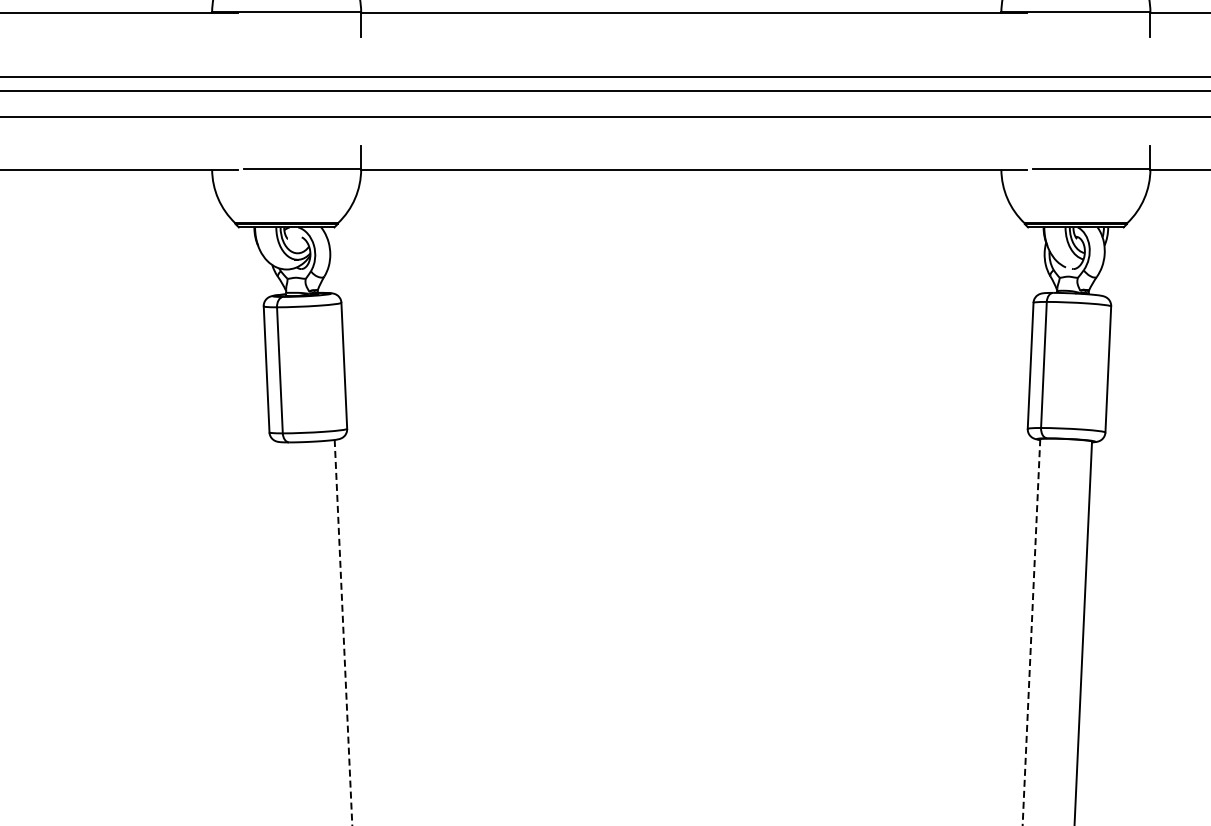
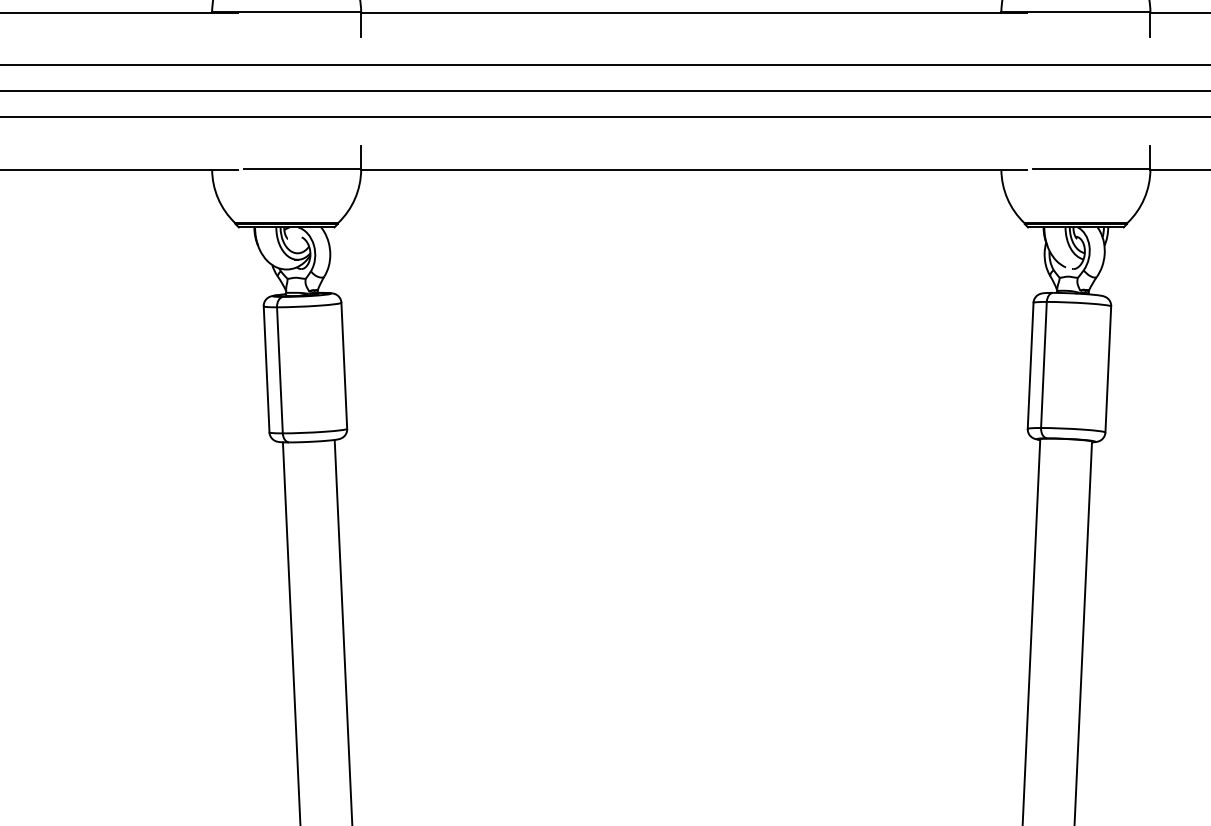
line at (604, 77) position: (604, 77) -> (604, 65)
line at (291, 632): none -> present
line at (343, 632): dashed -> solid
line at (1031, 632): dashed -> solid
